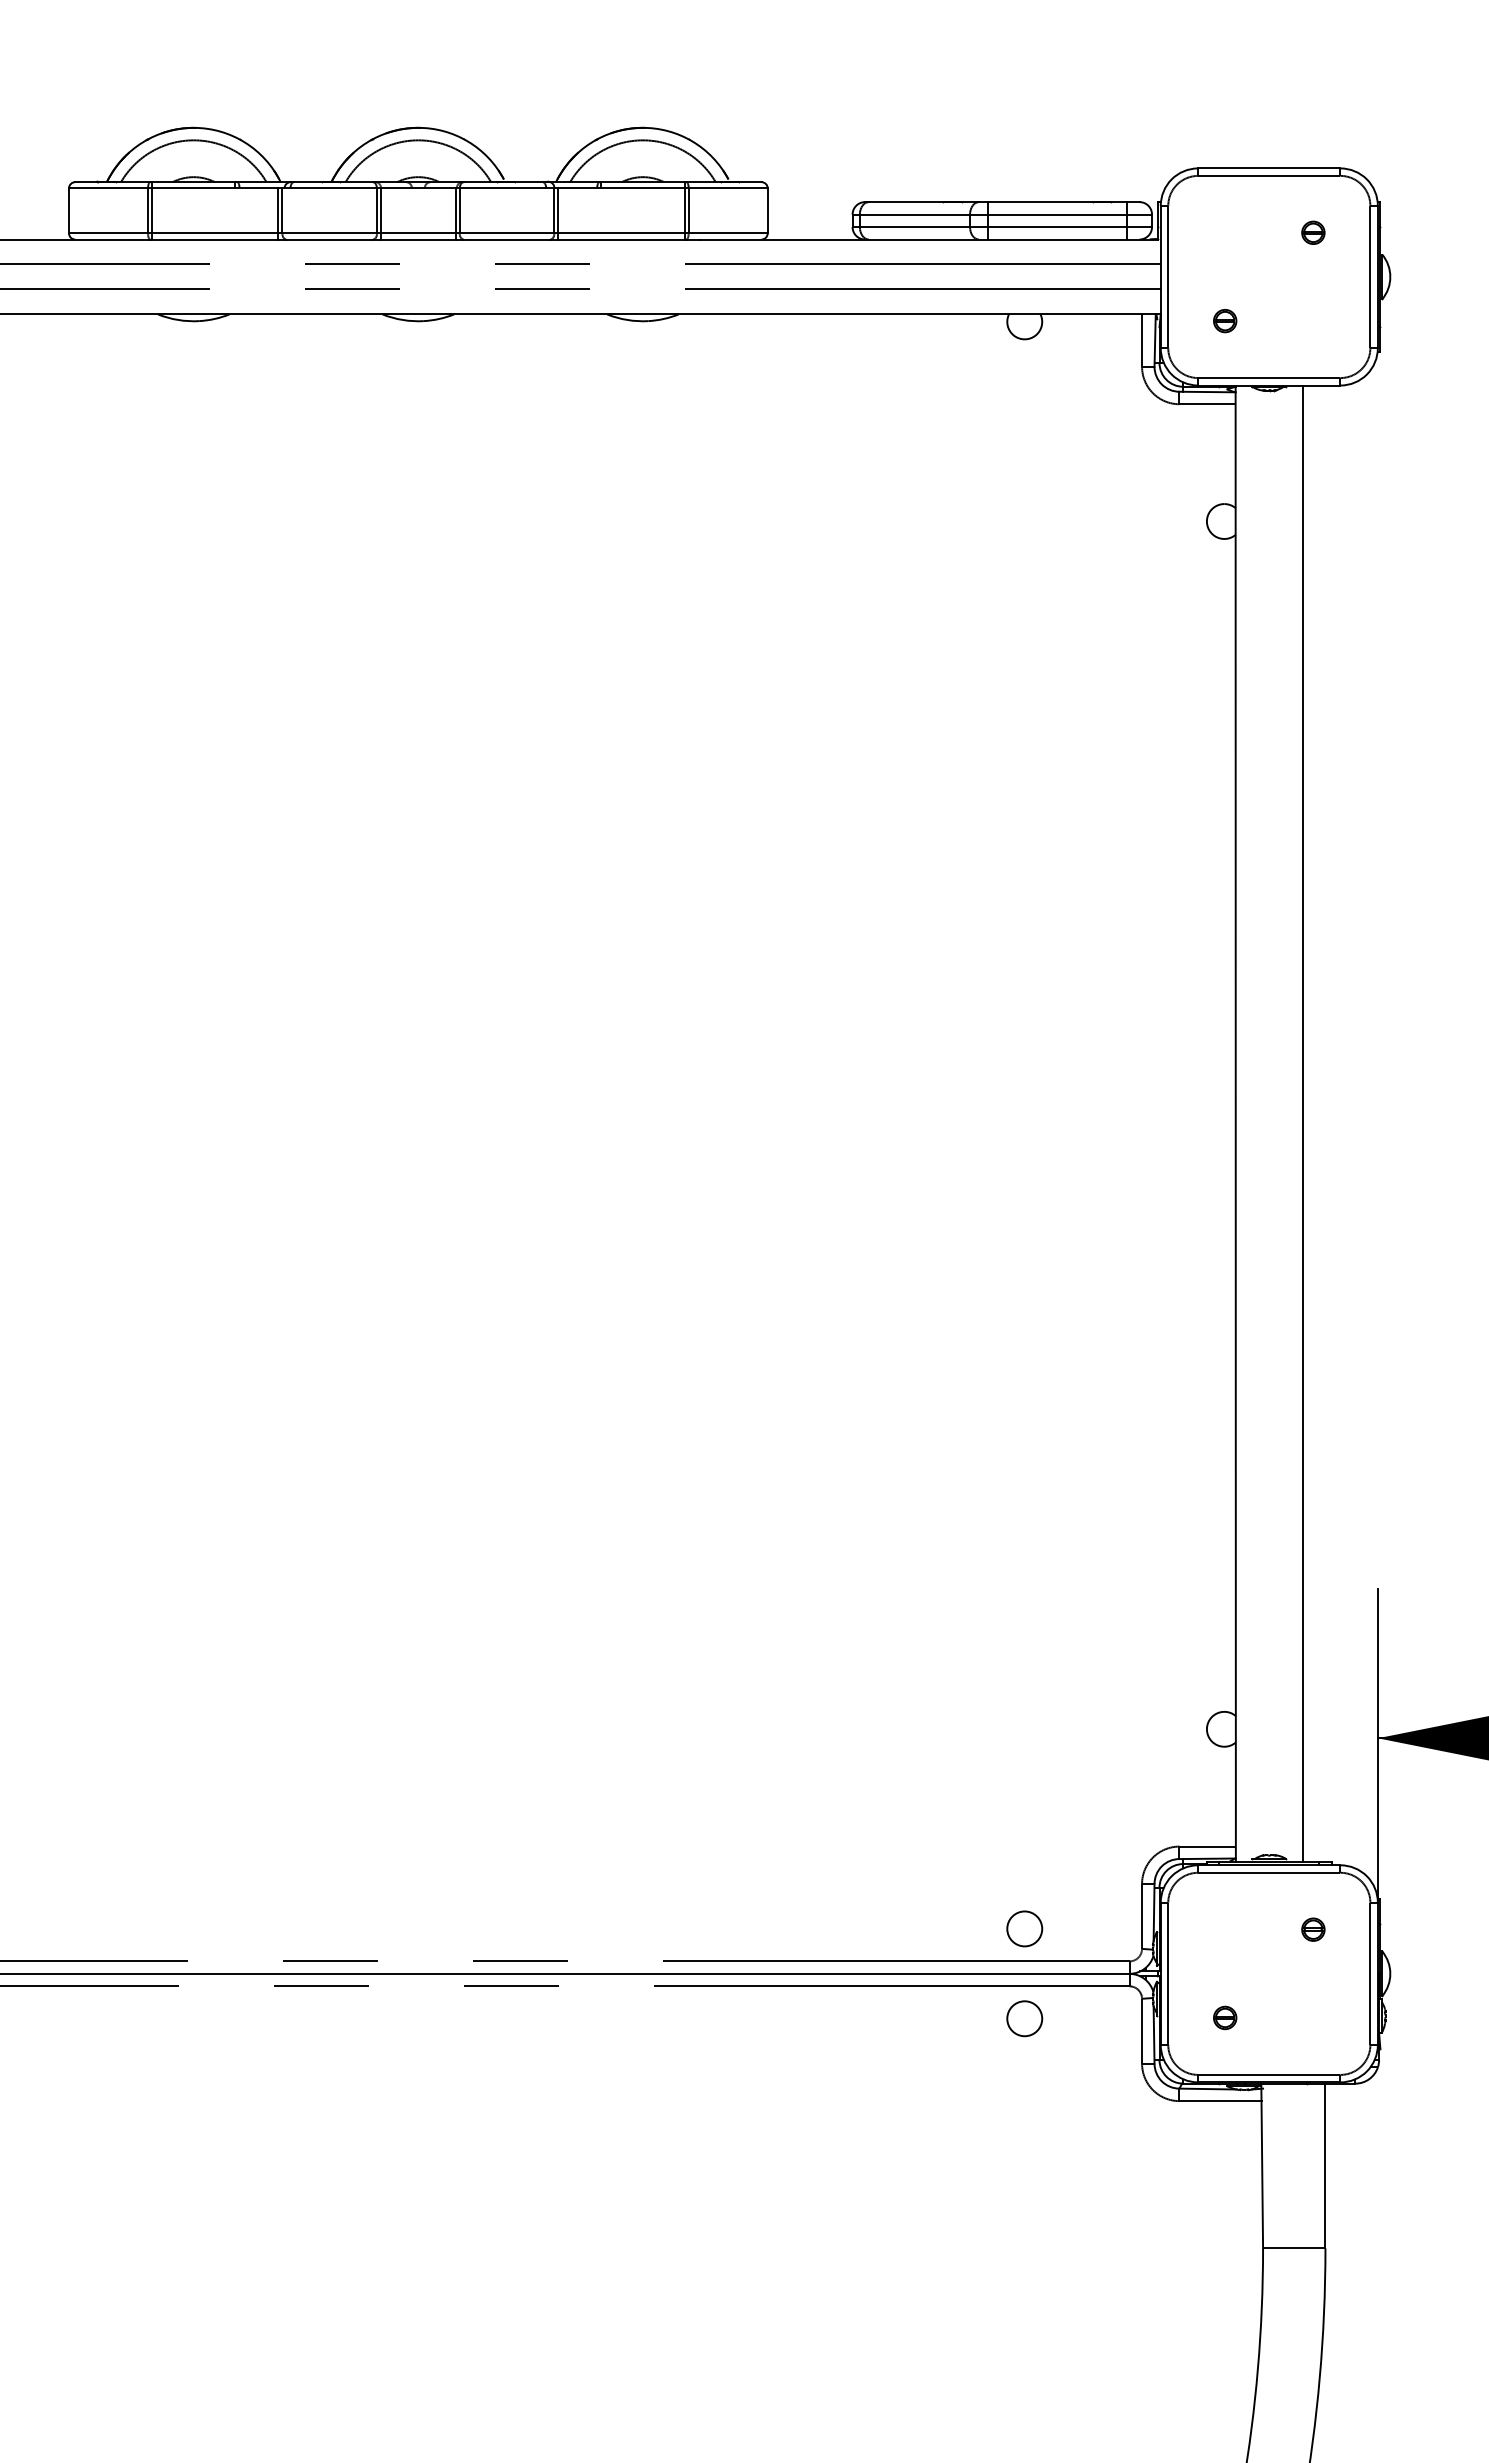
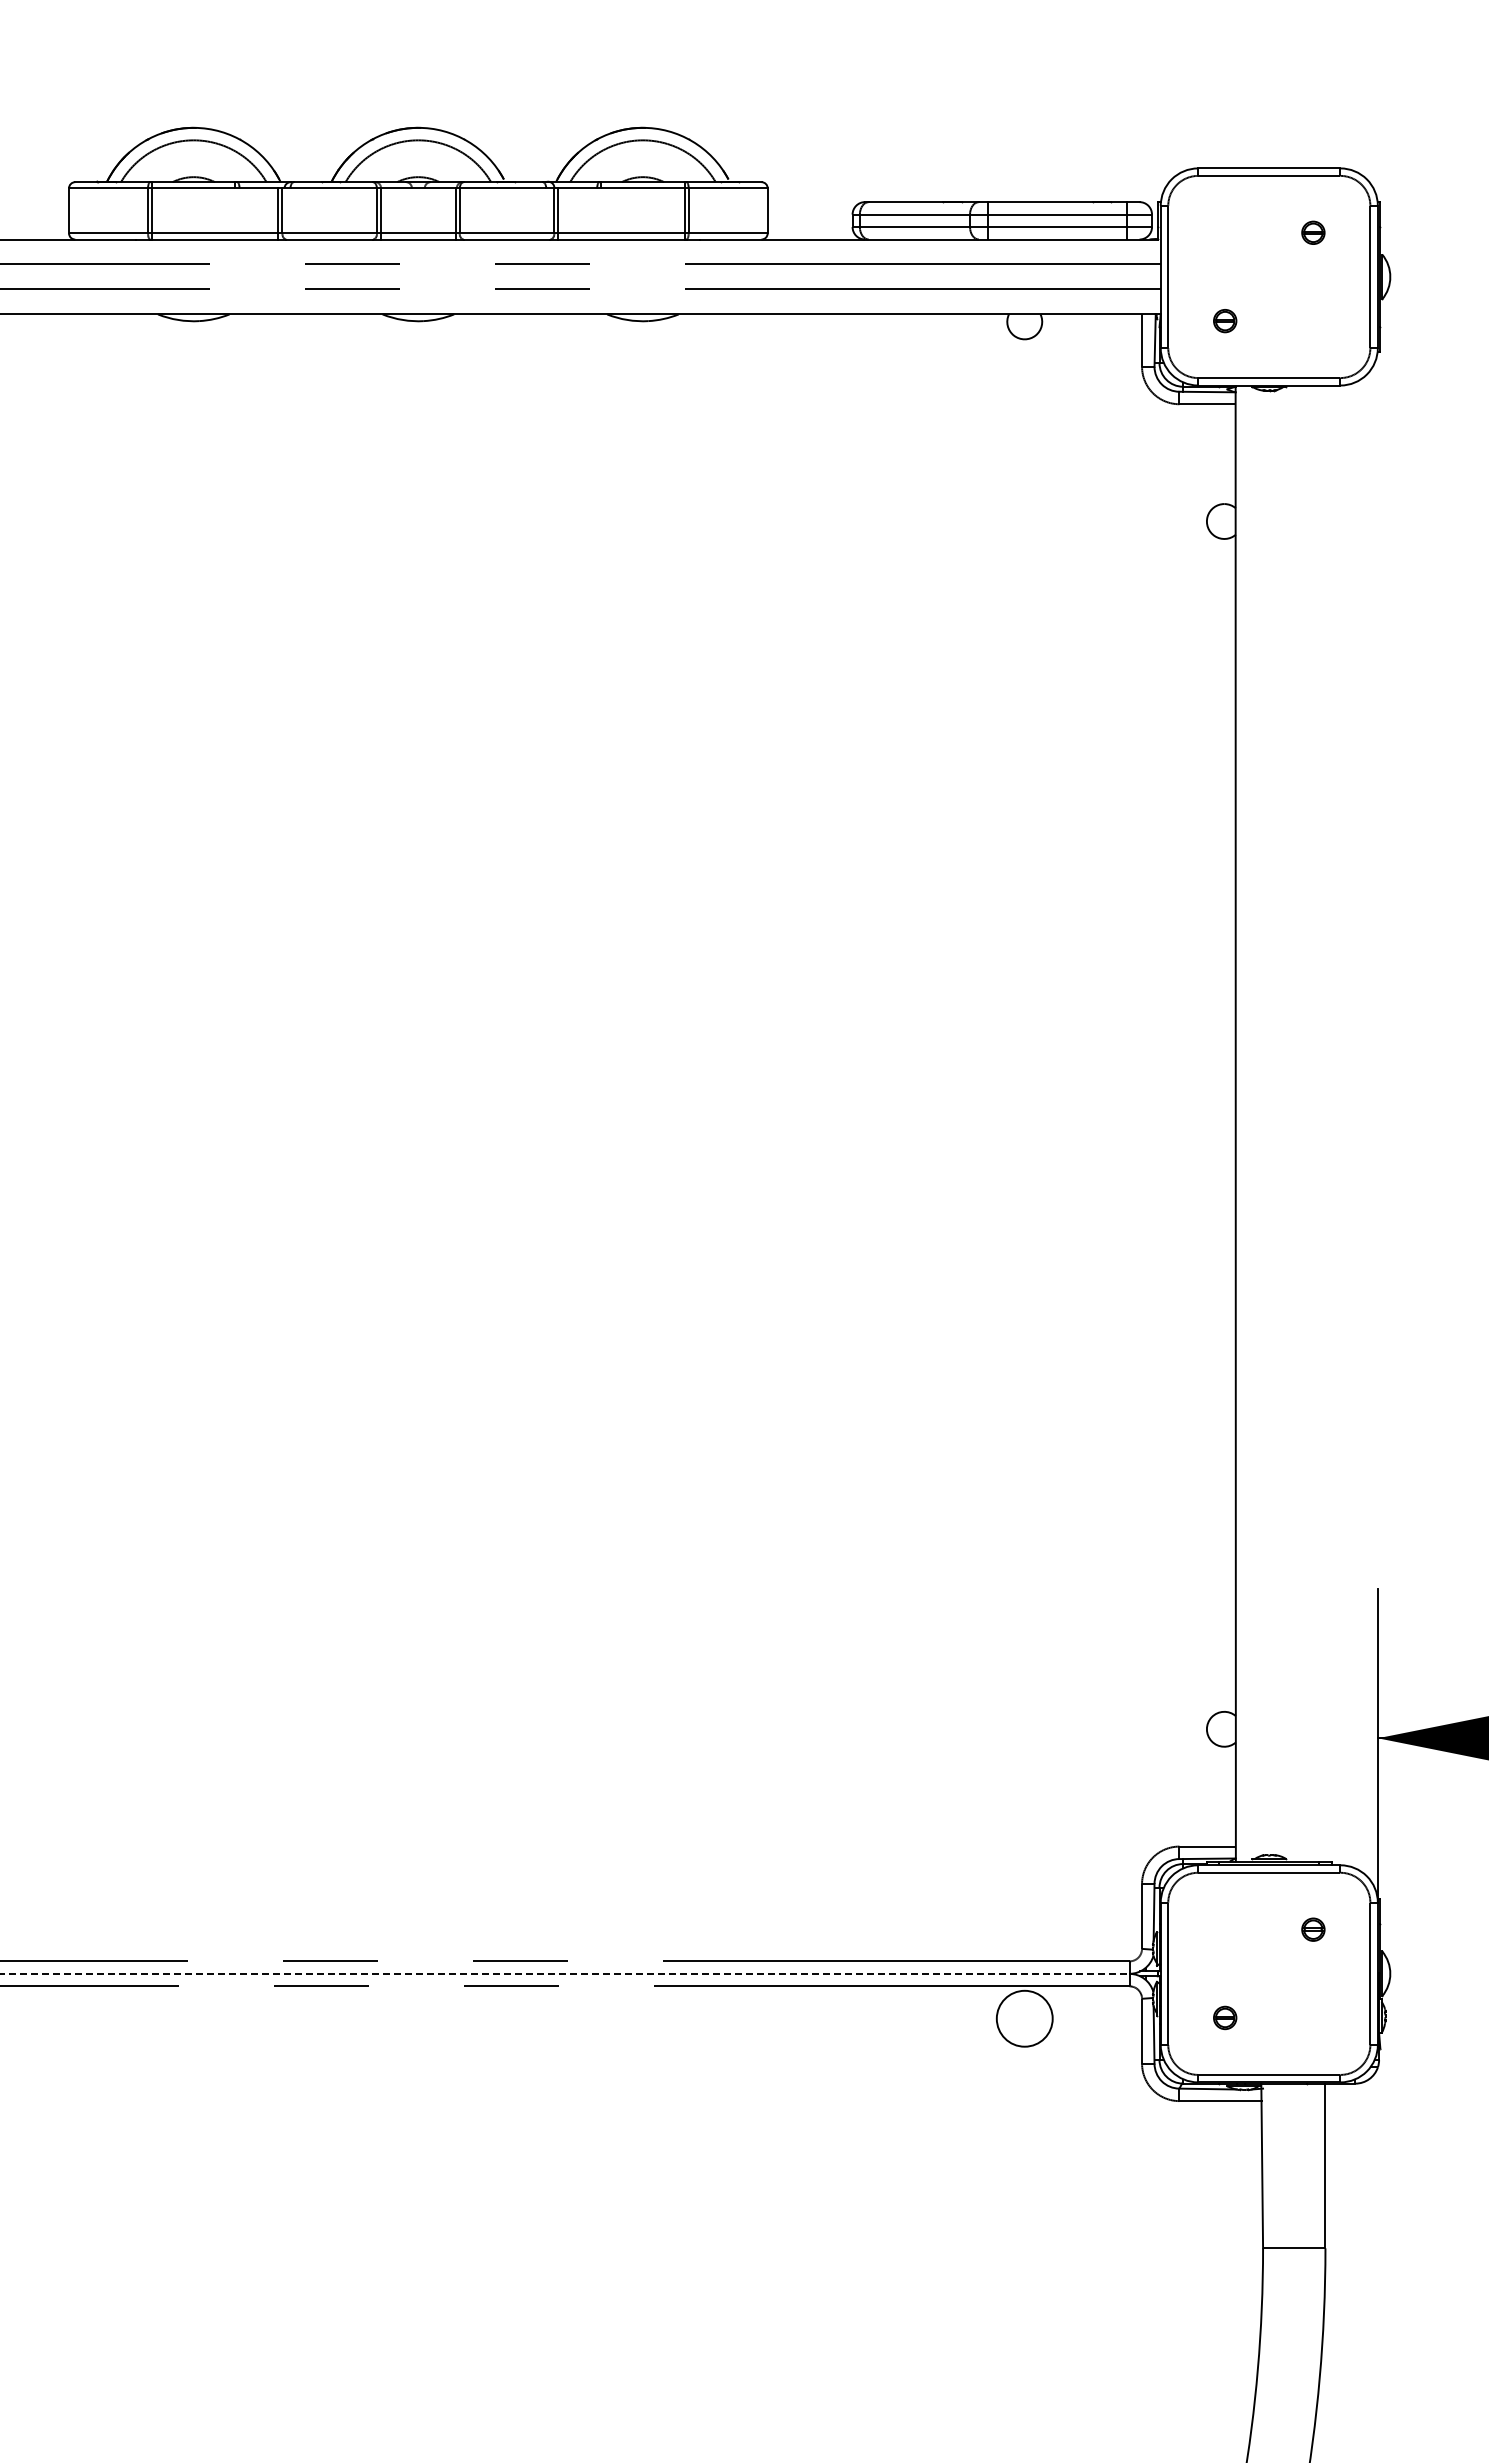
line at (1302, 1123): present -> none
circle at (1024, 1928): present -> none
line at (564, 1973): solid -> dashed
circle at (1024, 2018) diameter: 35 px -> 56 px
